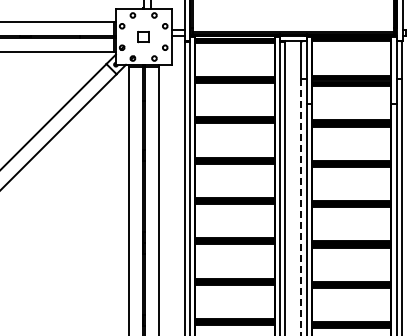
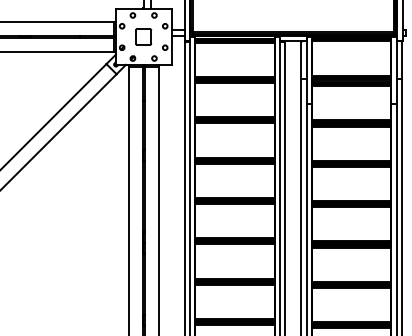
part at (143, 37) size: 13x13 px -> 18x18 px
line at (301, 207): dashed -> solid
